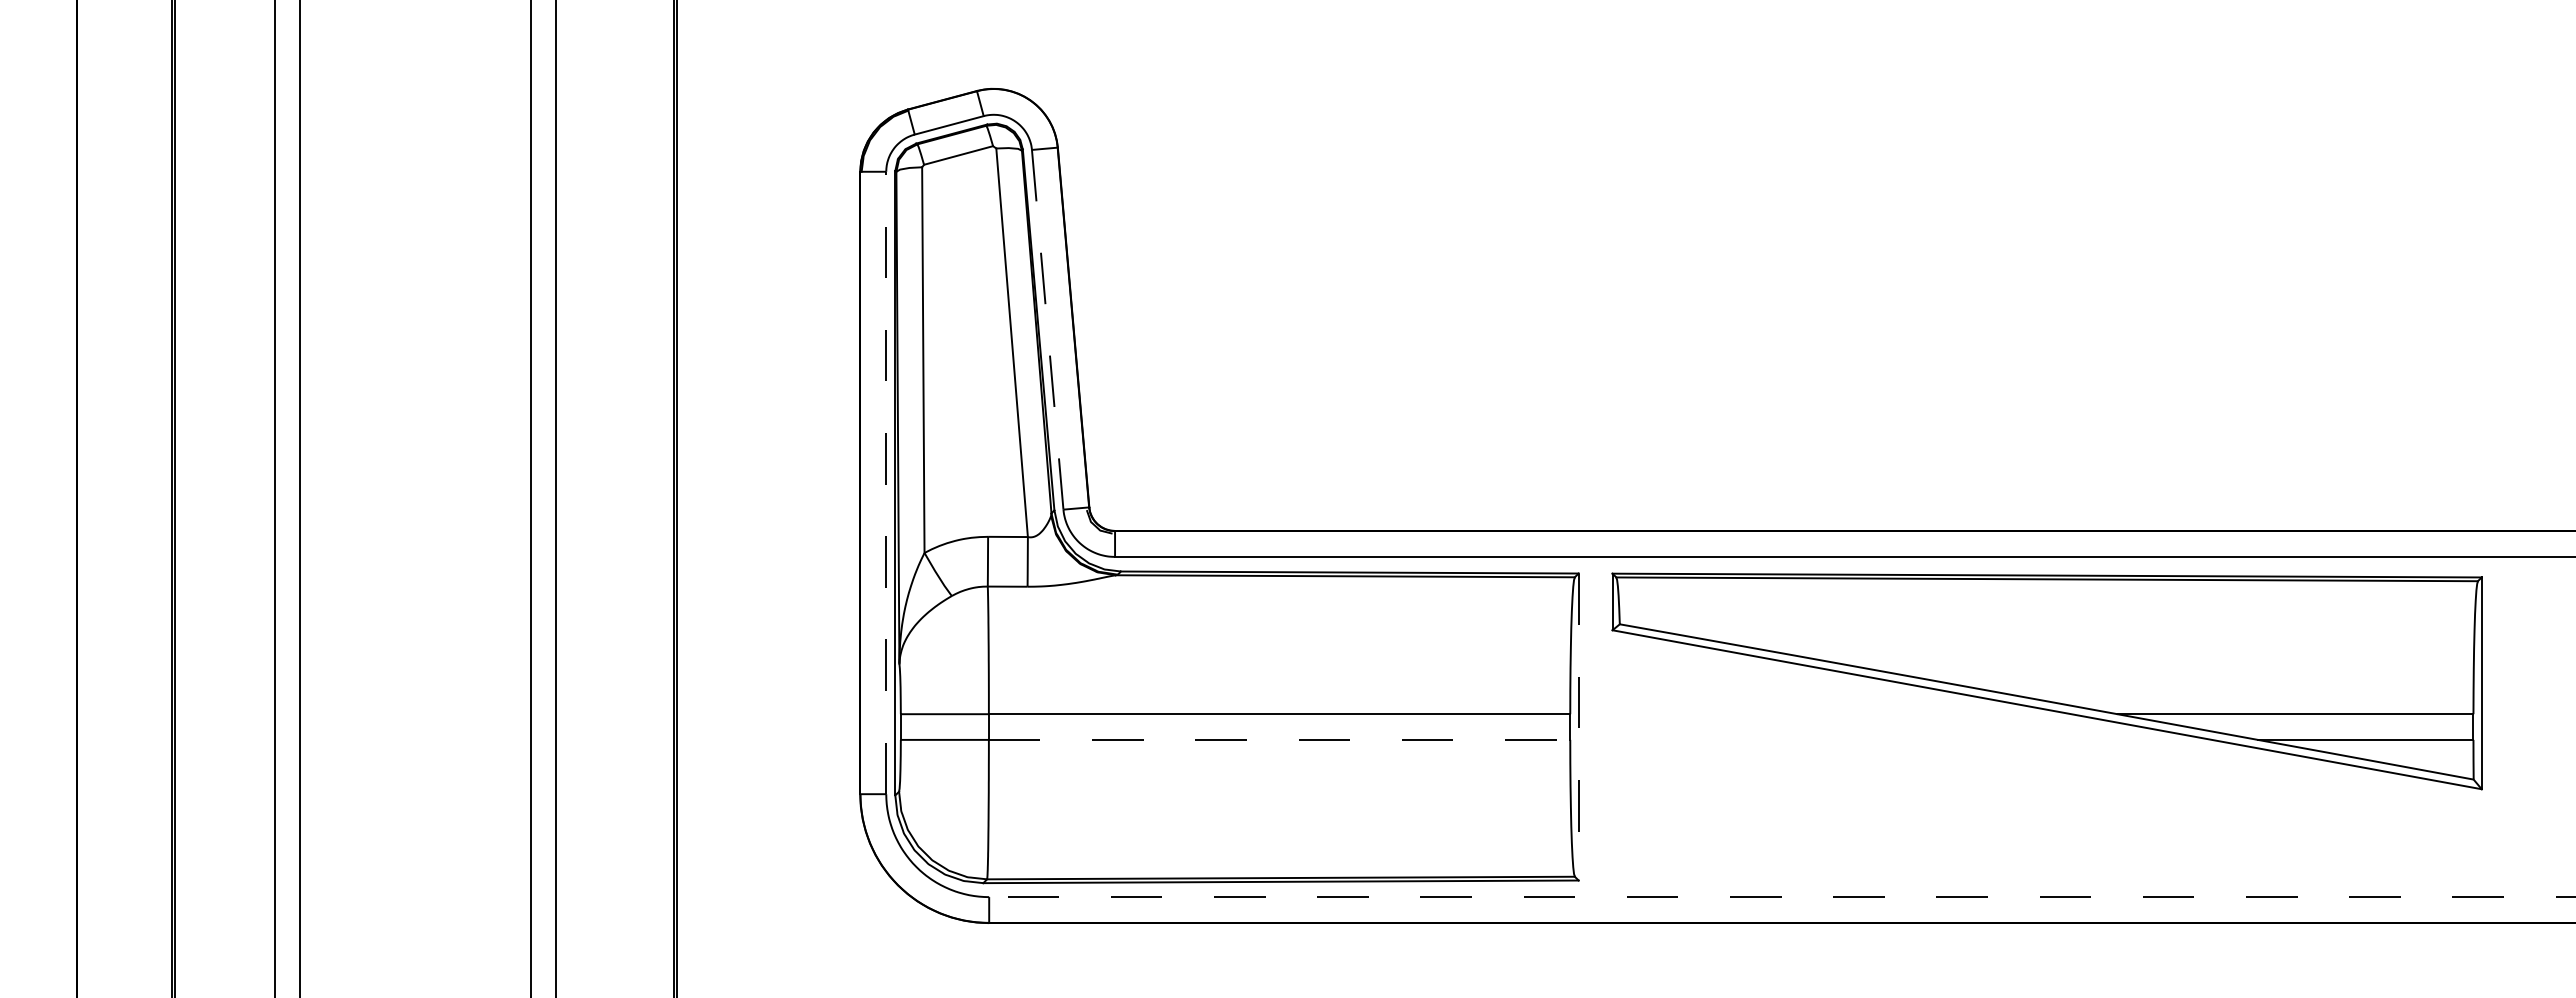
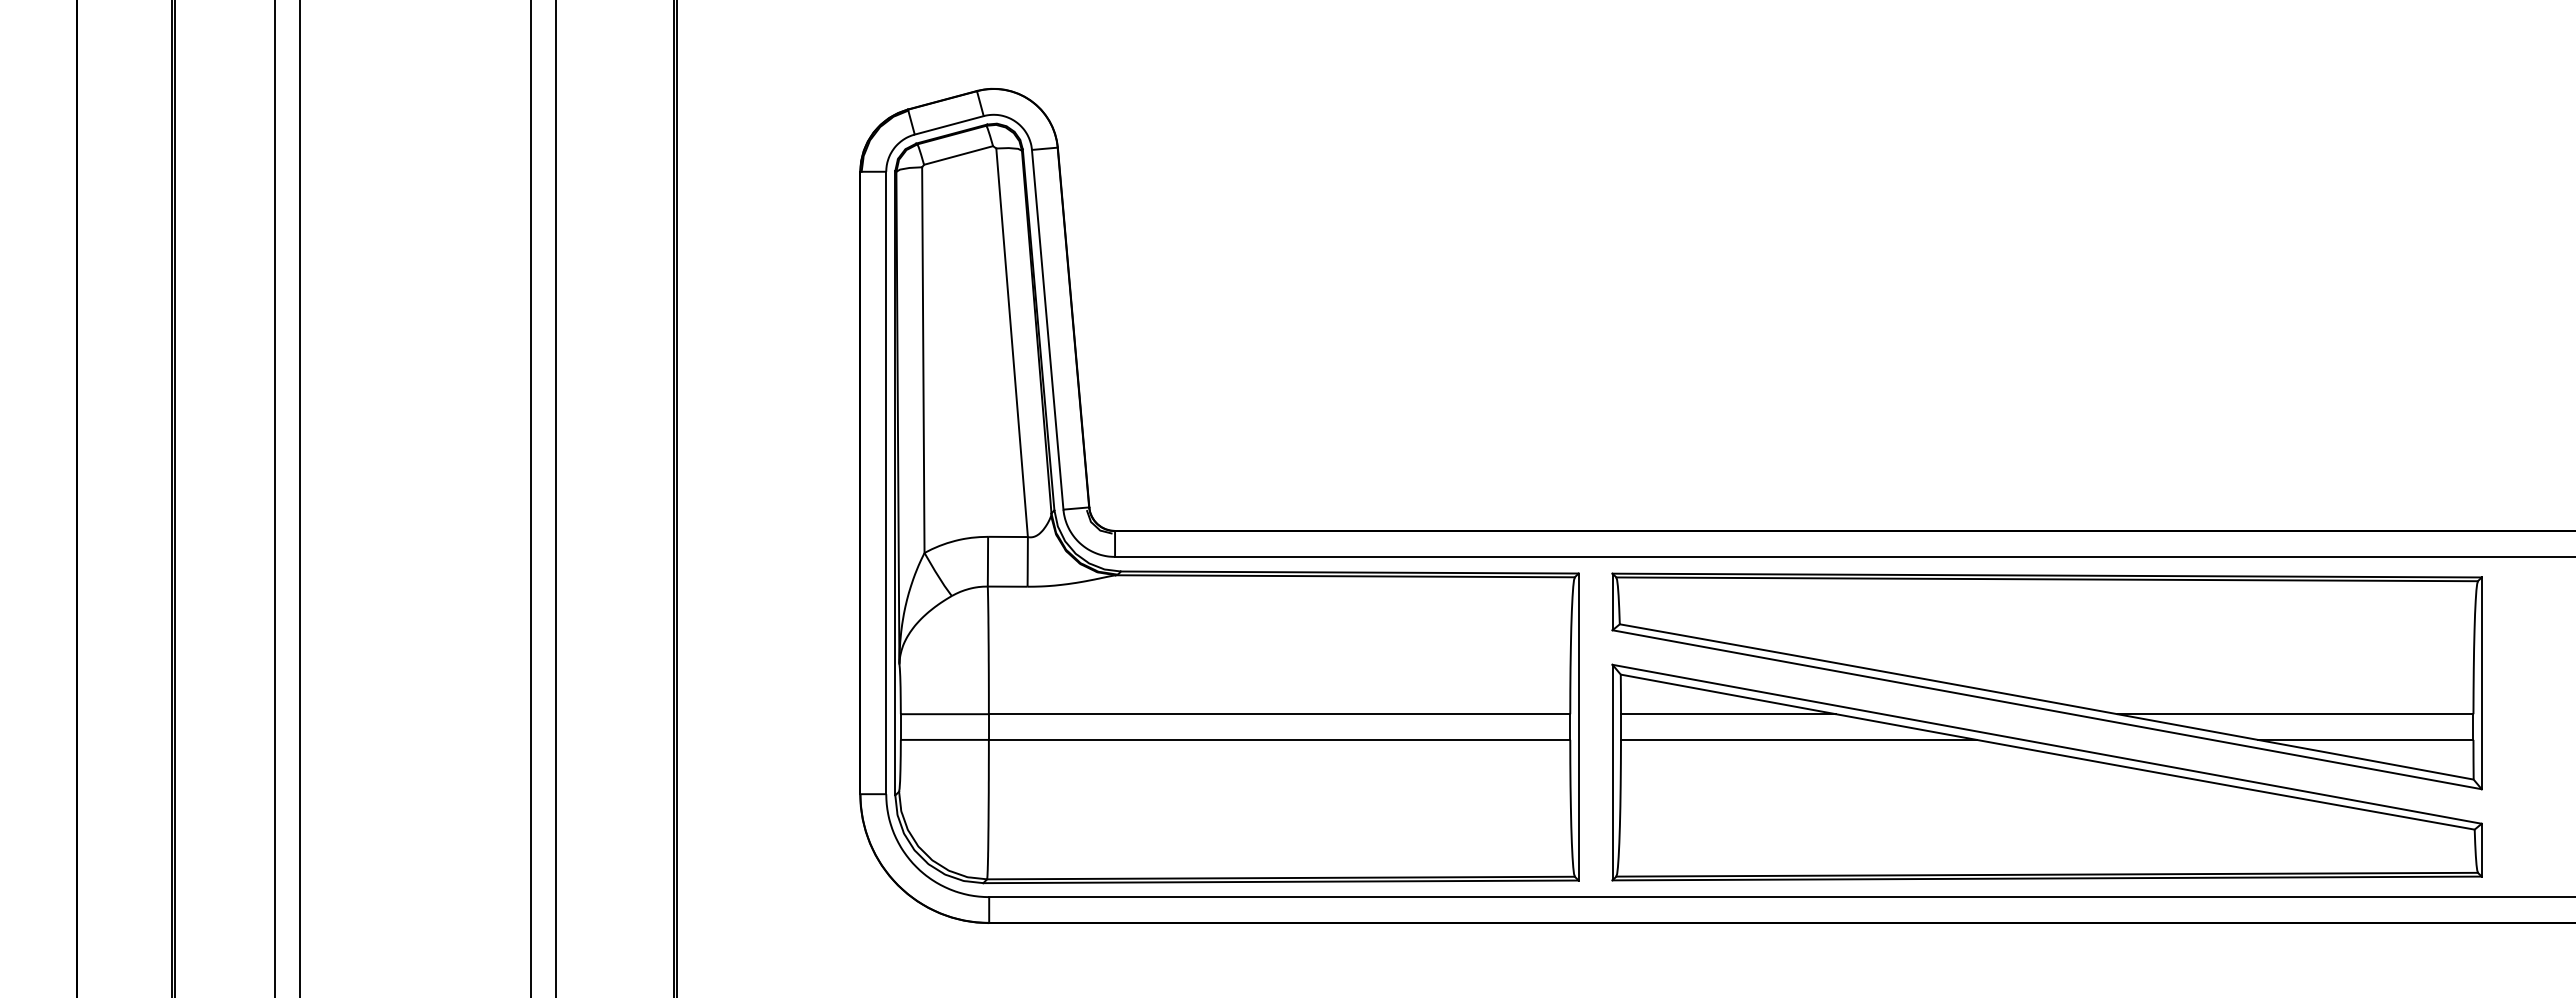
line at (1047, 329): dashed -> solid
line at (886, 482): dashed -> solid
line at (1578, 727): dashed -> solid
line at (1279, 739): dashed -> solid
part at (2046, 772): none -> present
line at (1782, 897): dashed -> solid
